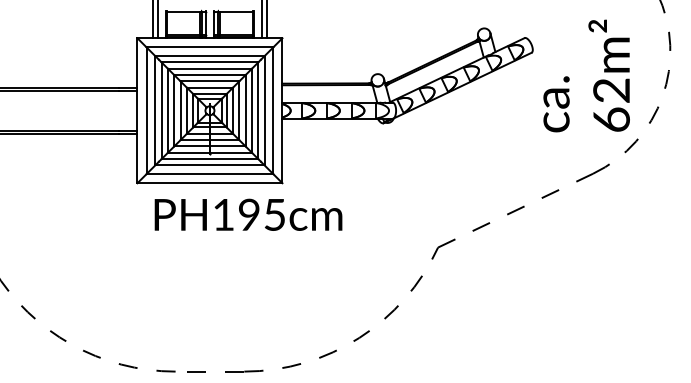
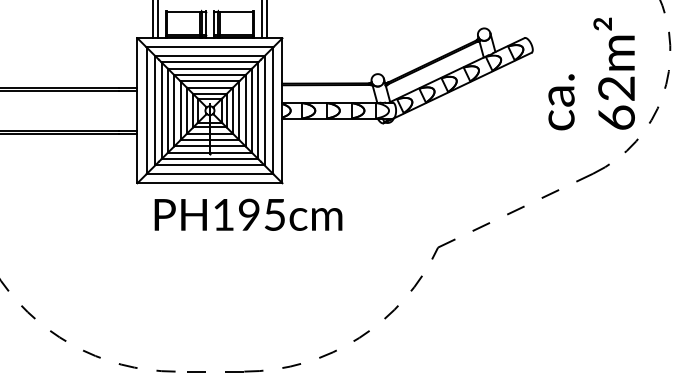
text at (586, 75) position: (586, 75) -> (591, 73)
